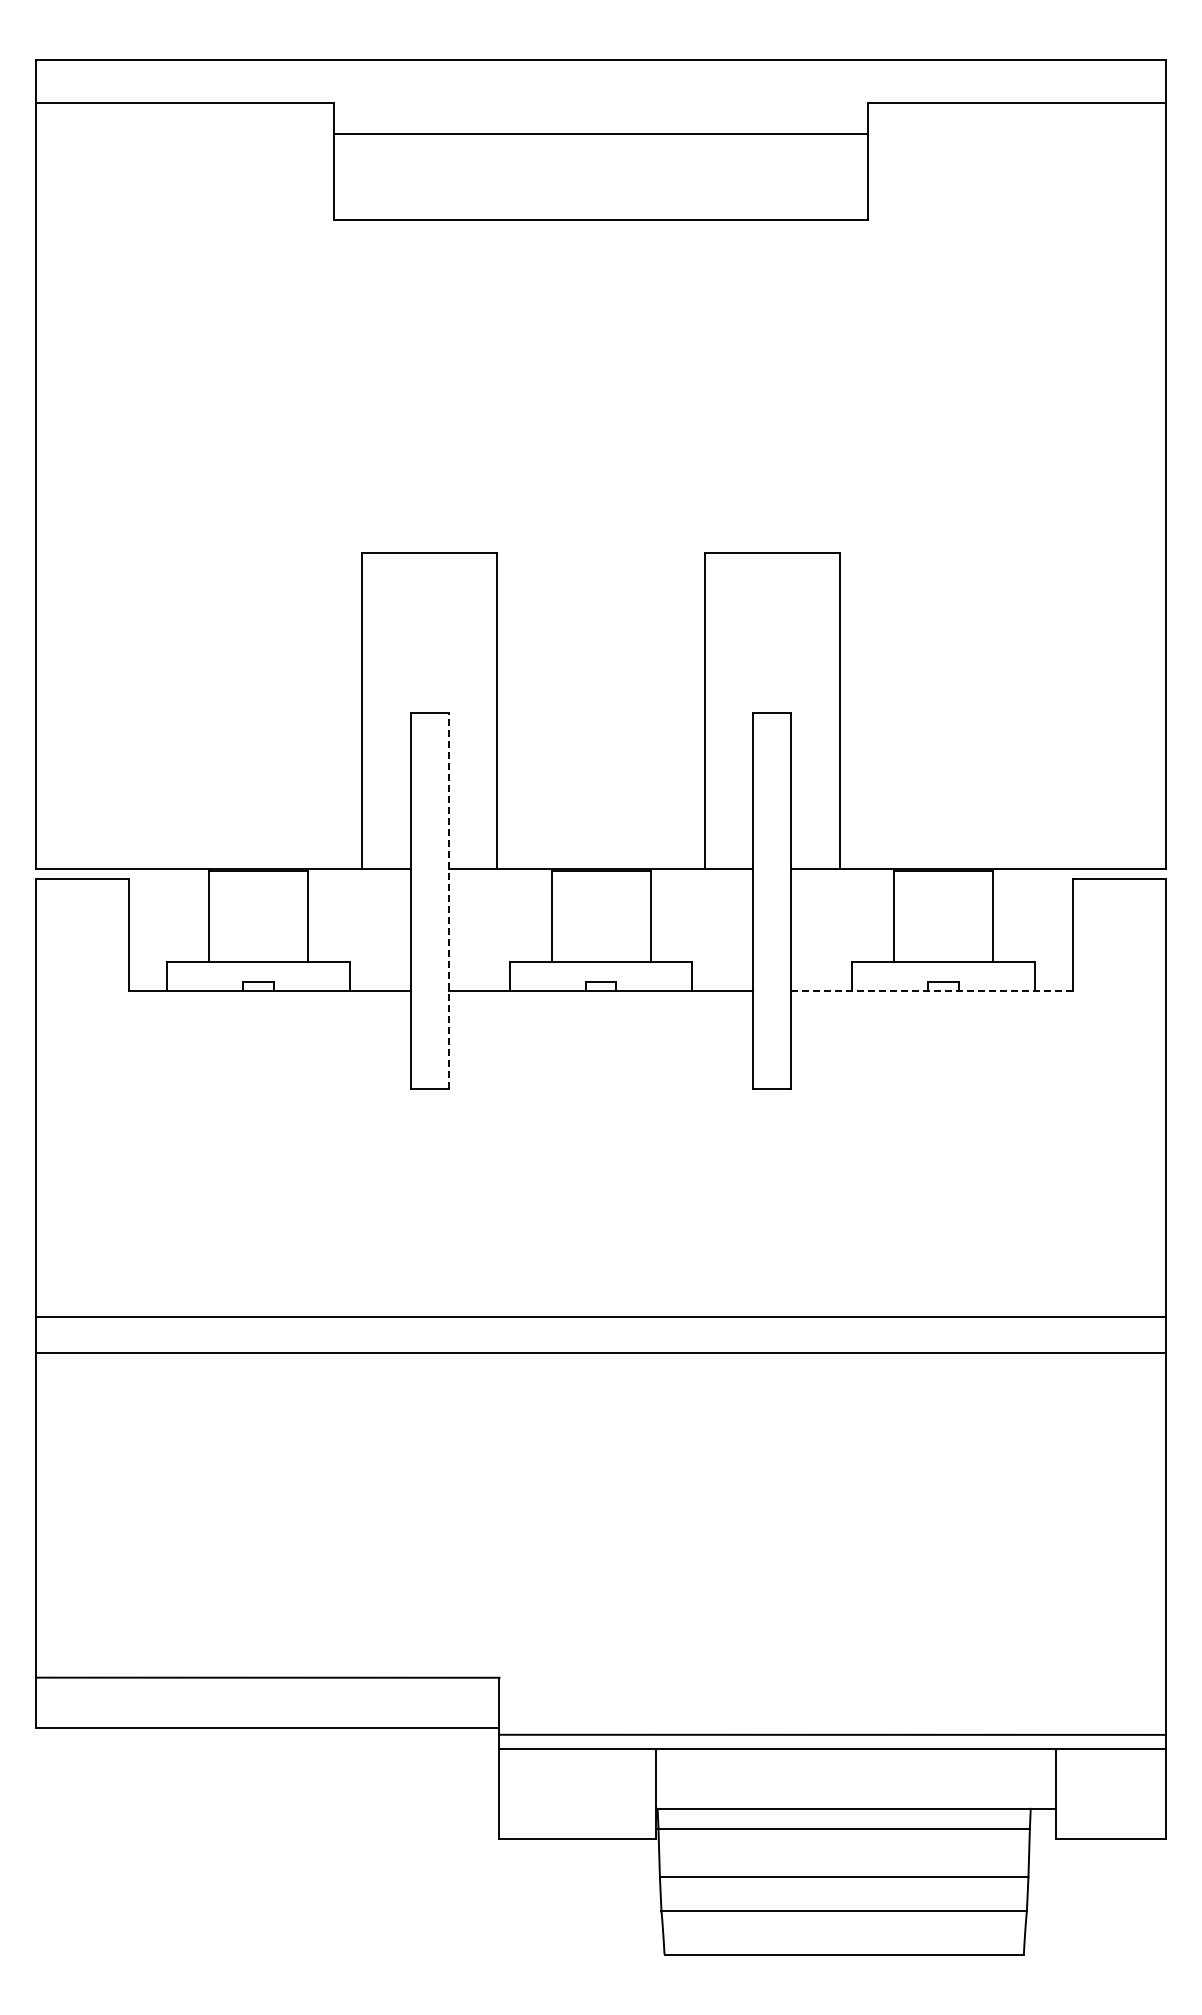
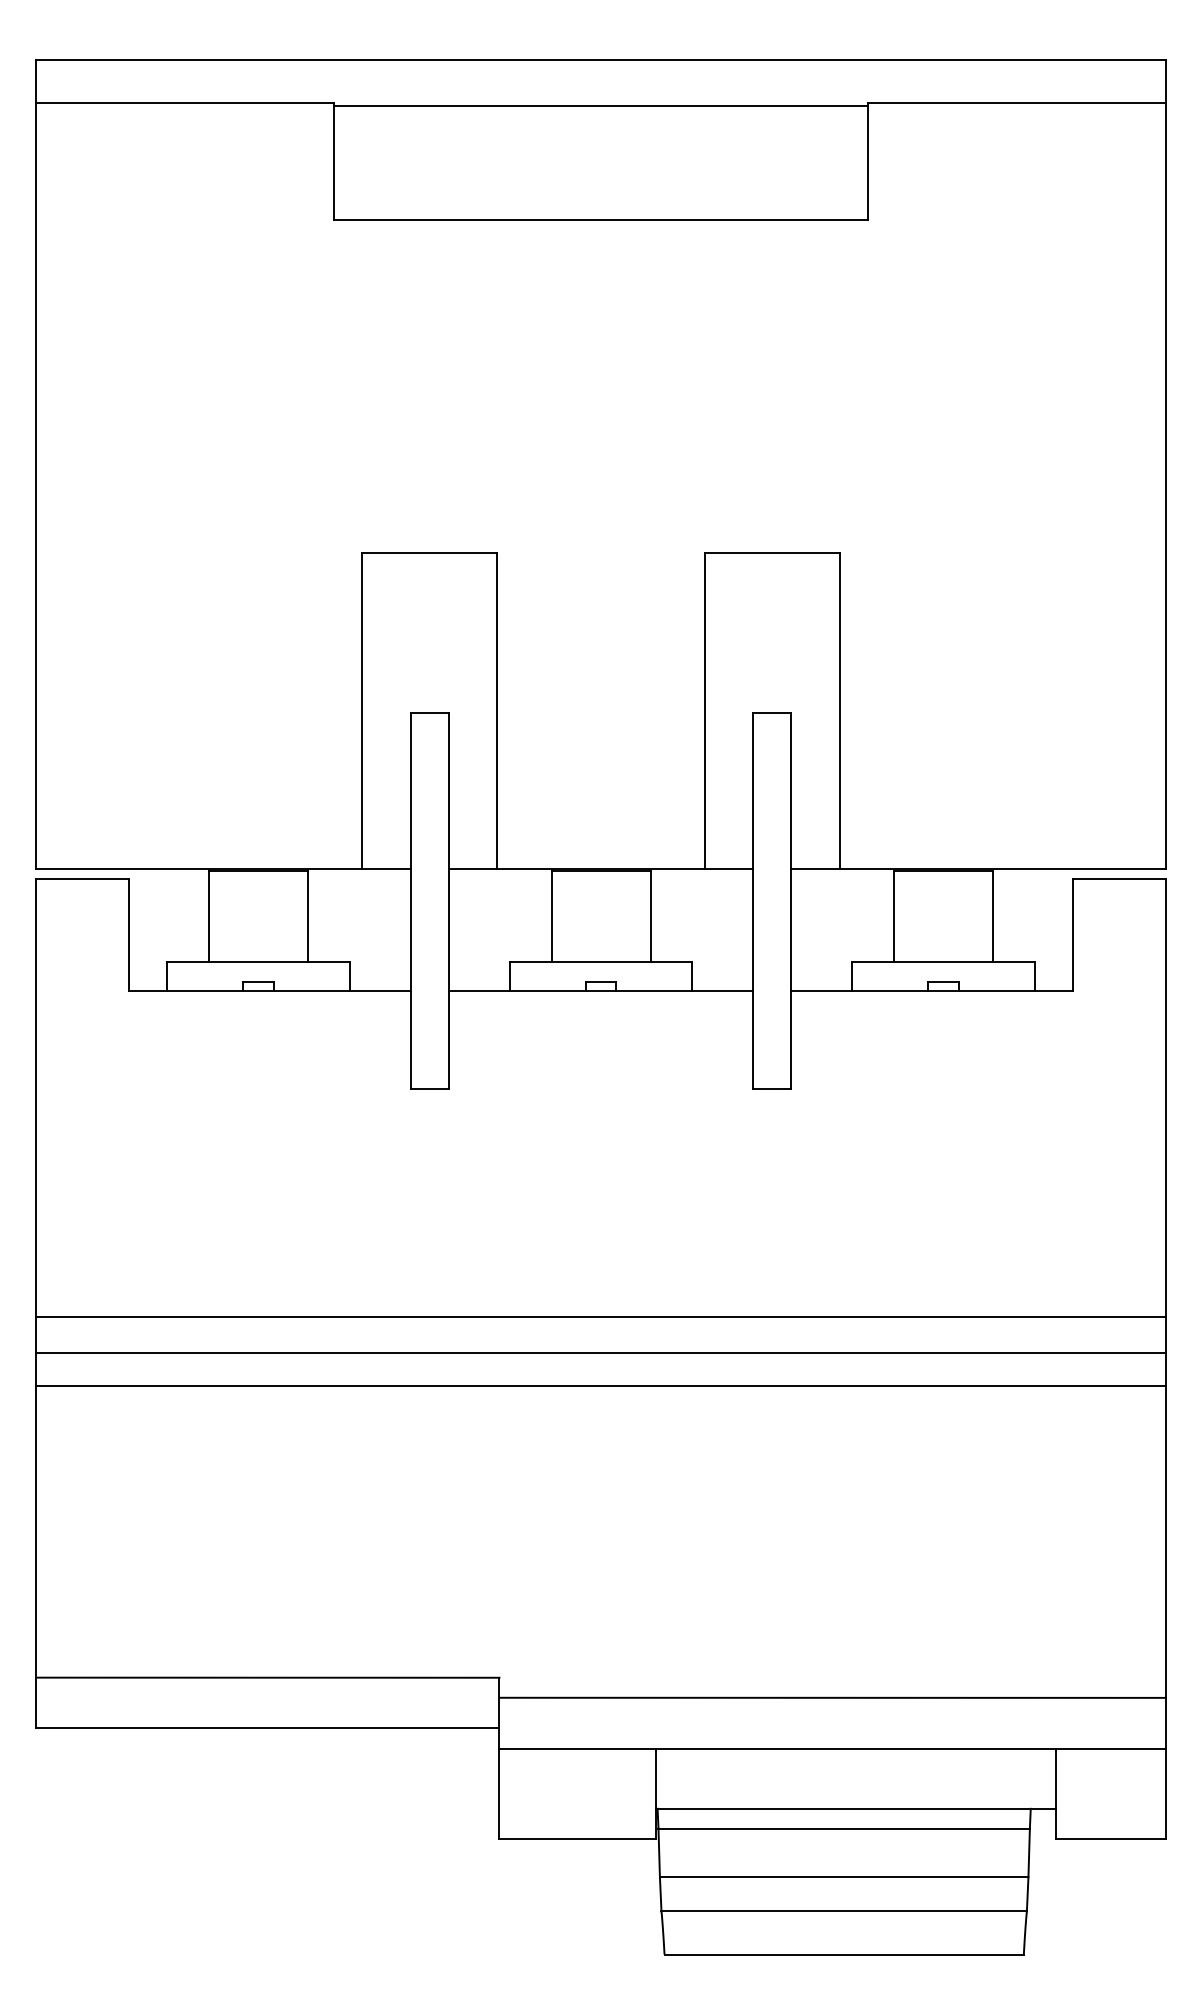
line at (600, 134) position: (600, 134) -> (600, 106)
line at (448, 900): dashed -> solid
line at (932, 990): dashed -> solid
line at (600, 1385): none -> present
line at (832, 1734) position: (832, 1734) -> (832, 1697)
